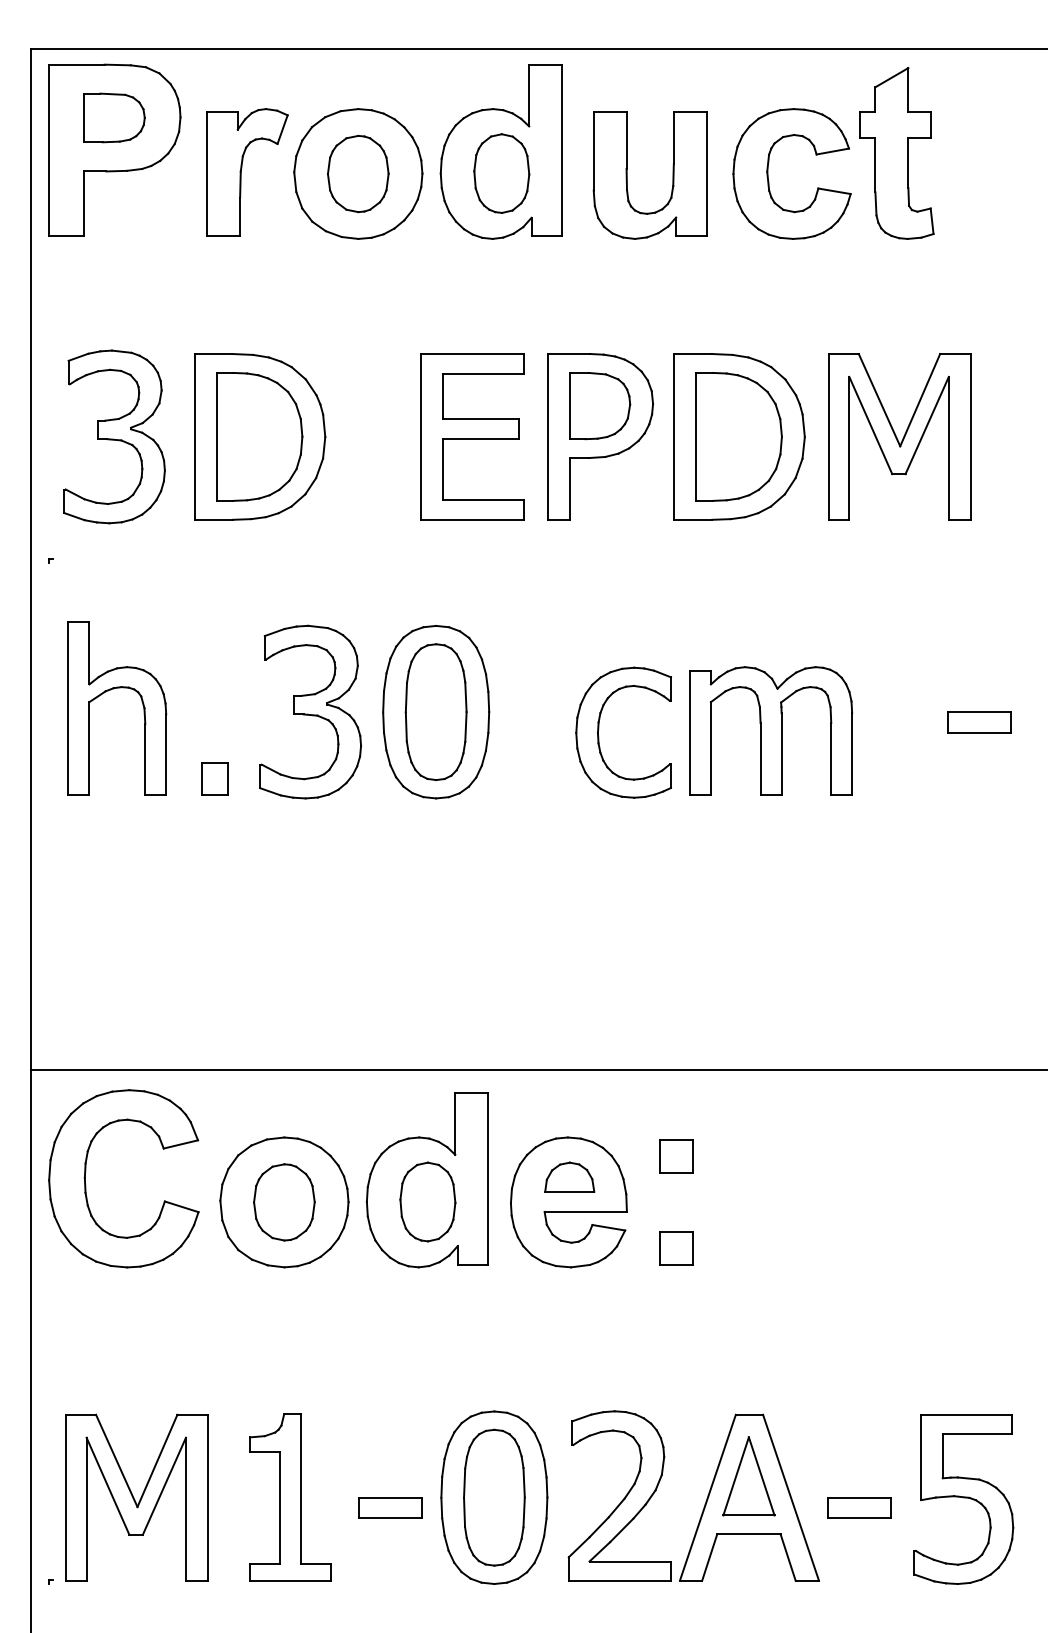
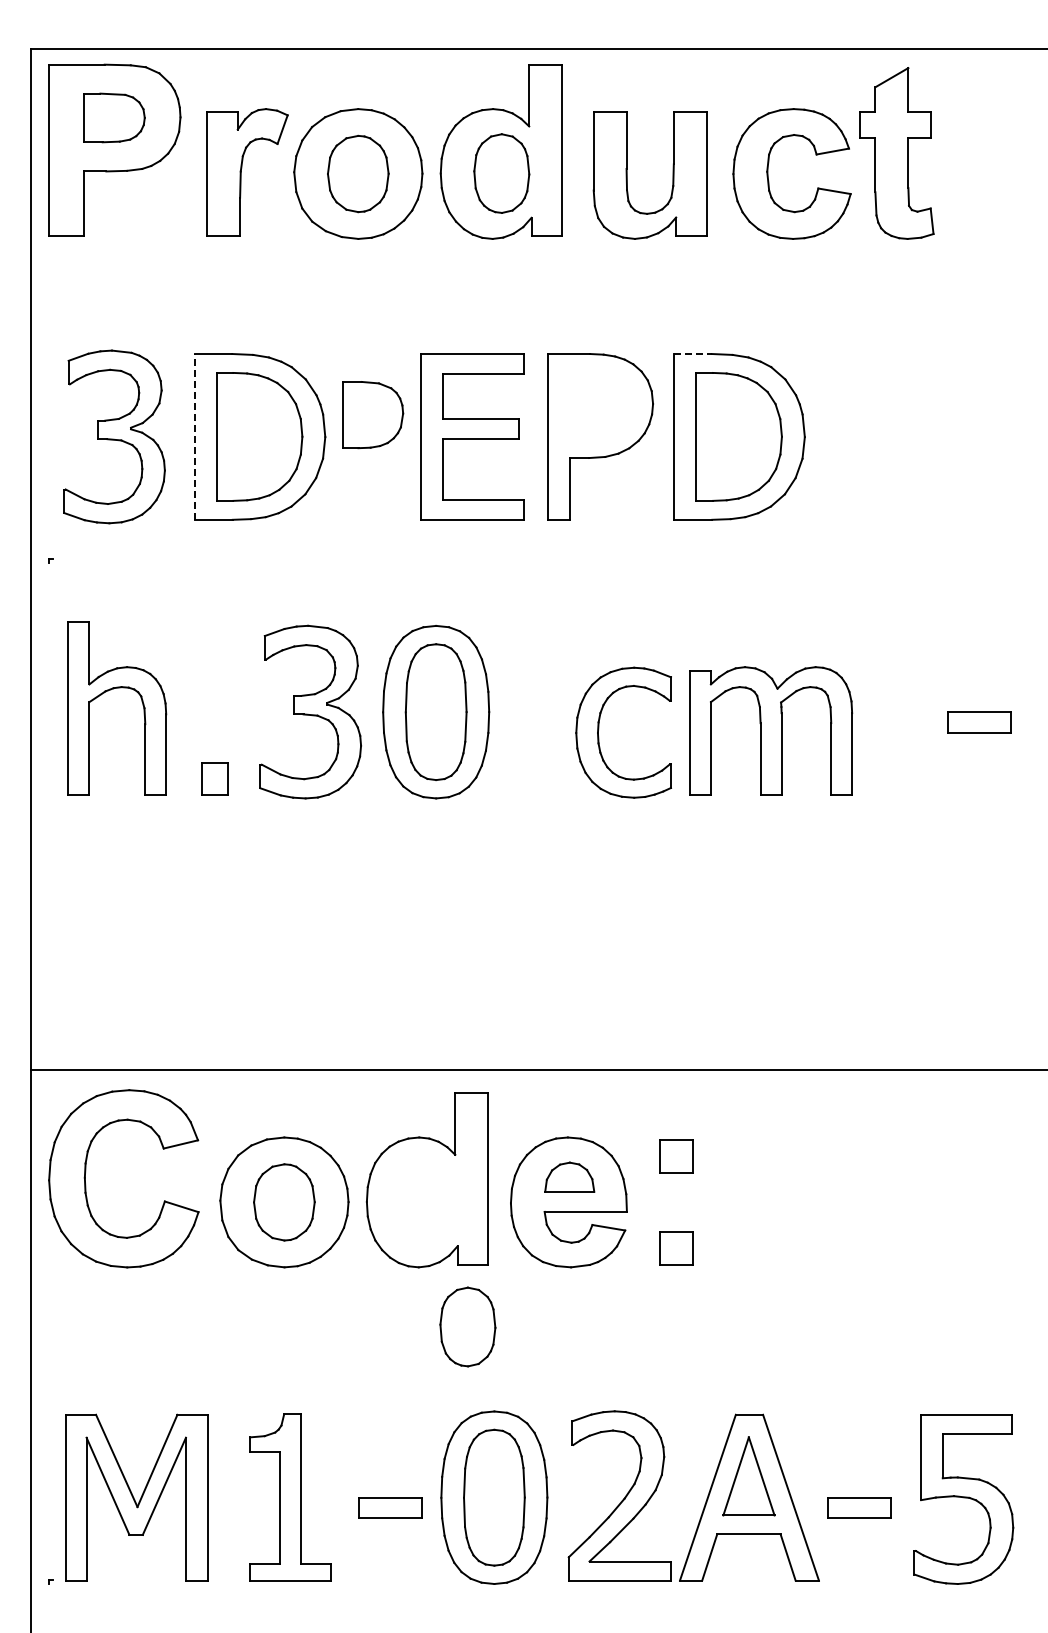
line at (693, 354): solid -> dashed
part at (600, 406) position: (600, 406) -> (373, 415)
line at (194, 436): solid -> dashed
part at (899, 436): present -> none
part at (427, 1201) position: (427, 1201) -> (467, 1326)
